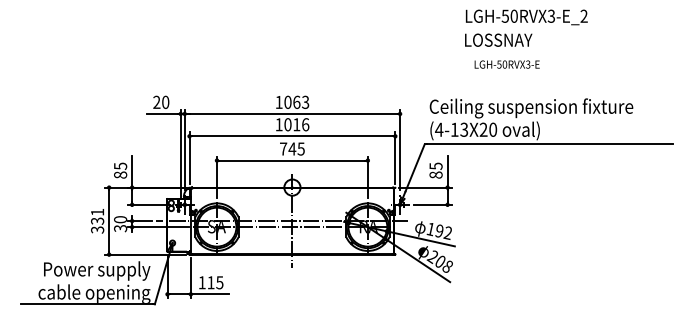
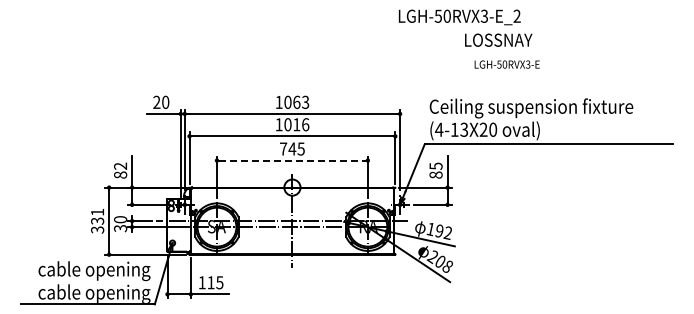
text at (526, 17) position: (526, 17) -> (459, 17)
line at (292, 160): solid -> dashed
text at (120, 165): 85 -> 82
text at (94, 271): Power supply -> cable opening
